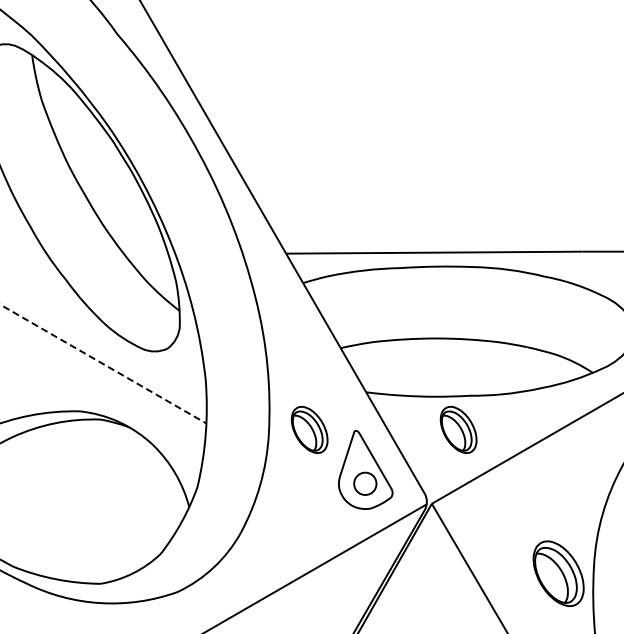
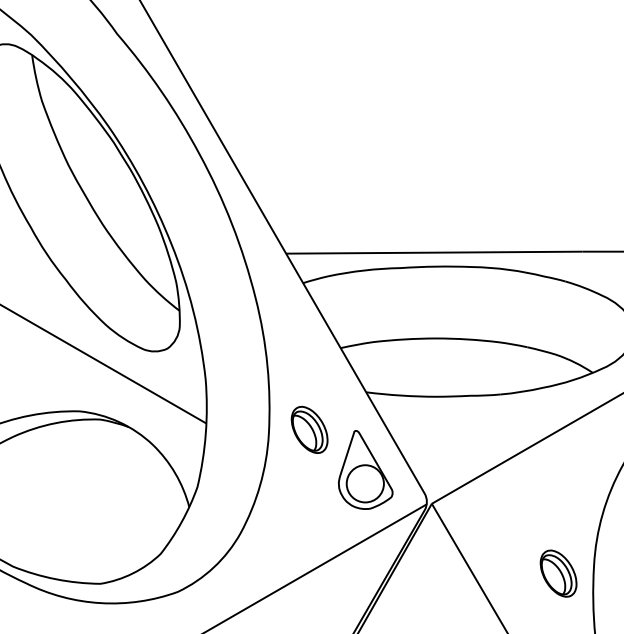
line at (103, 364): dashed -> solid
part at (458, 429): present -> none
circle at (365, 483) diameter: 22 px -> 37 px
part at (558, 573) size: 53x67 px -> 39x49 px
